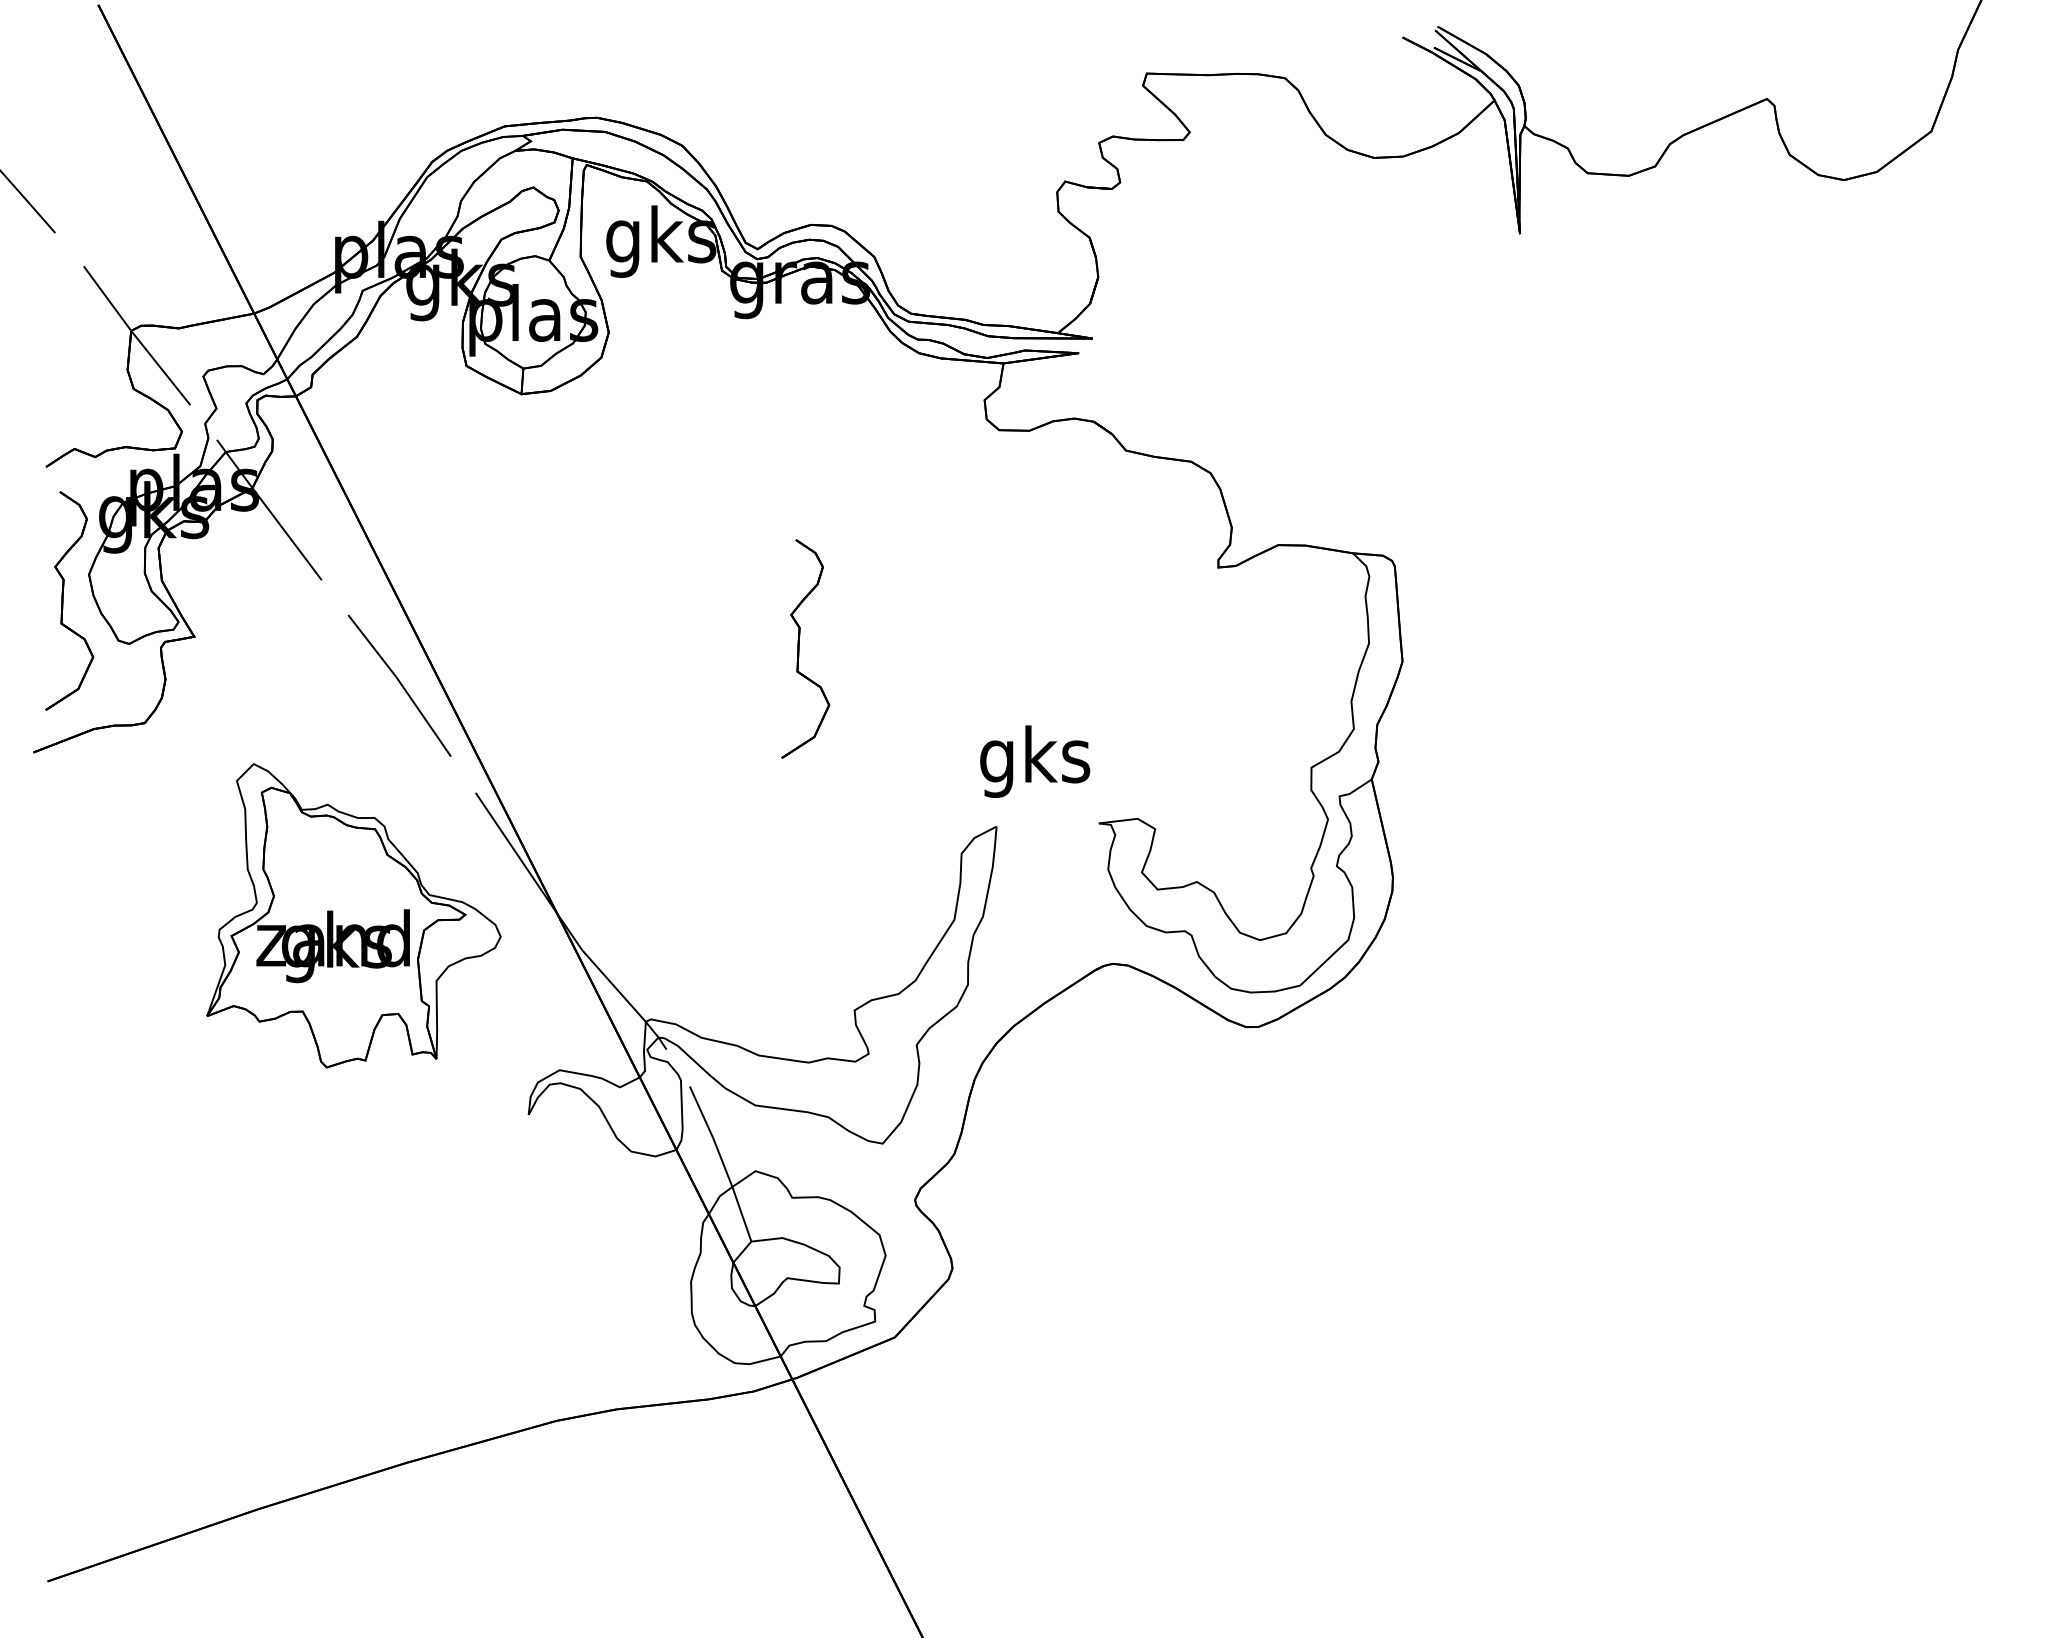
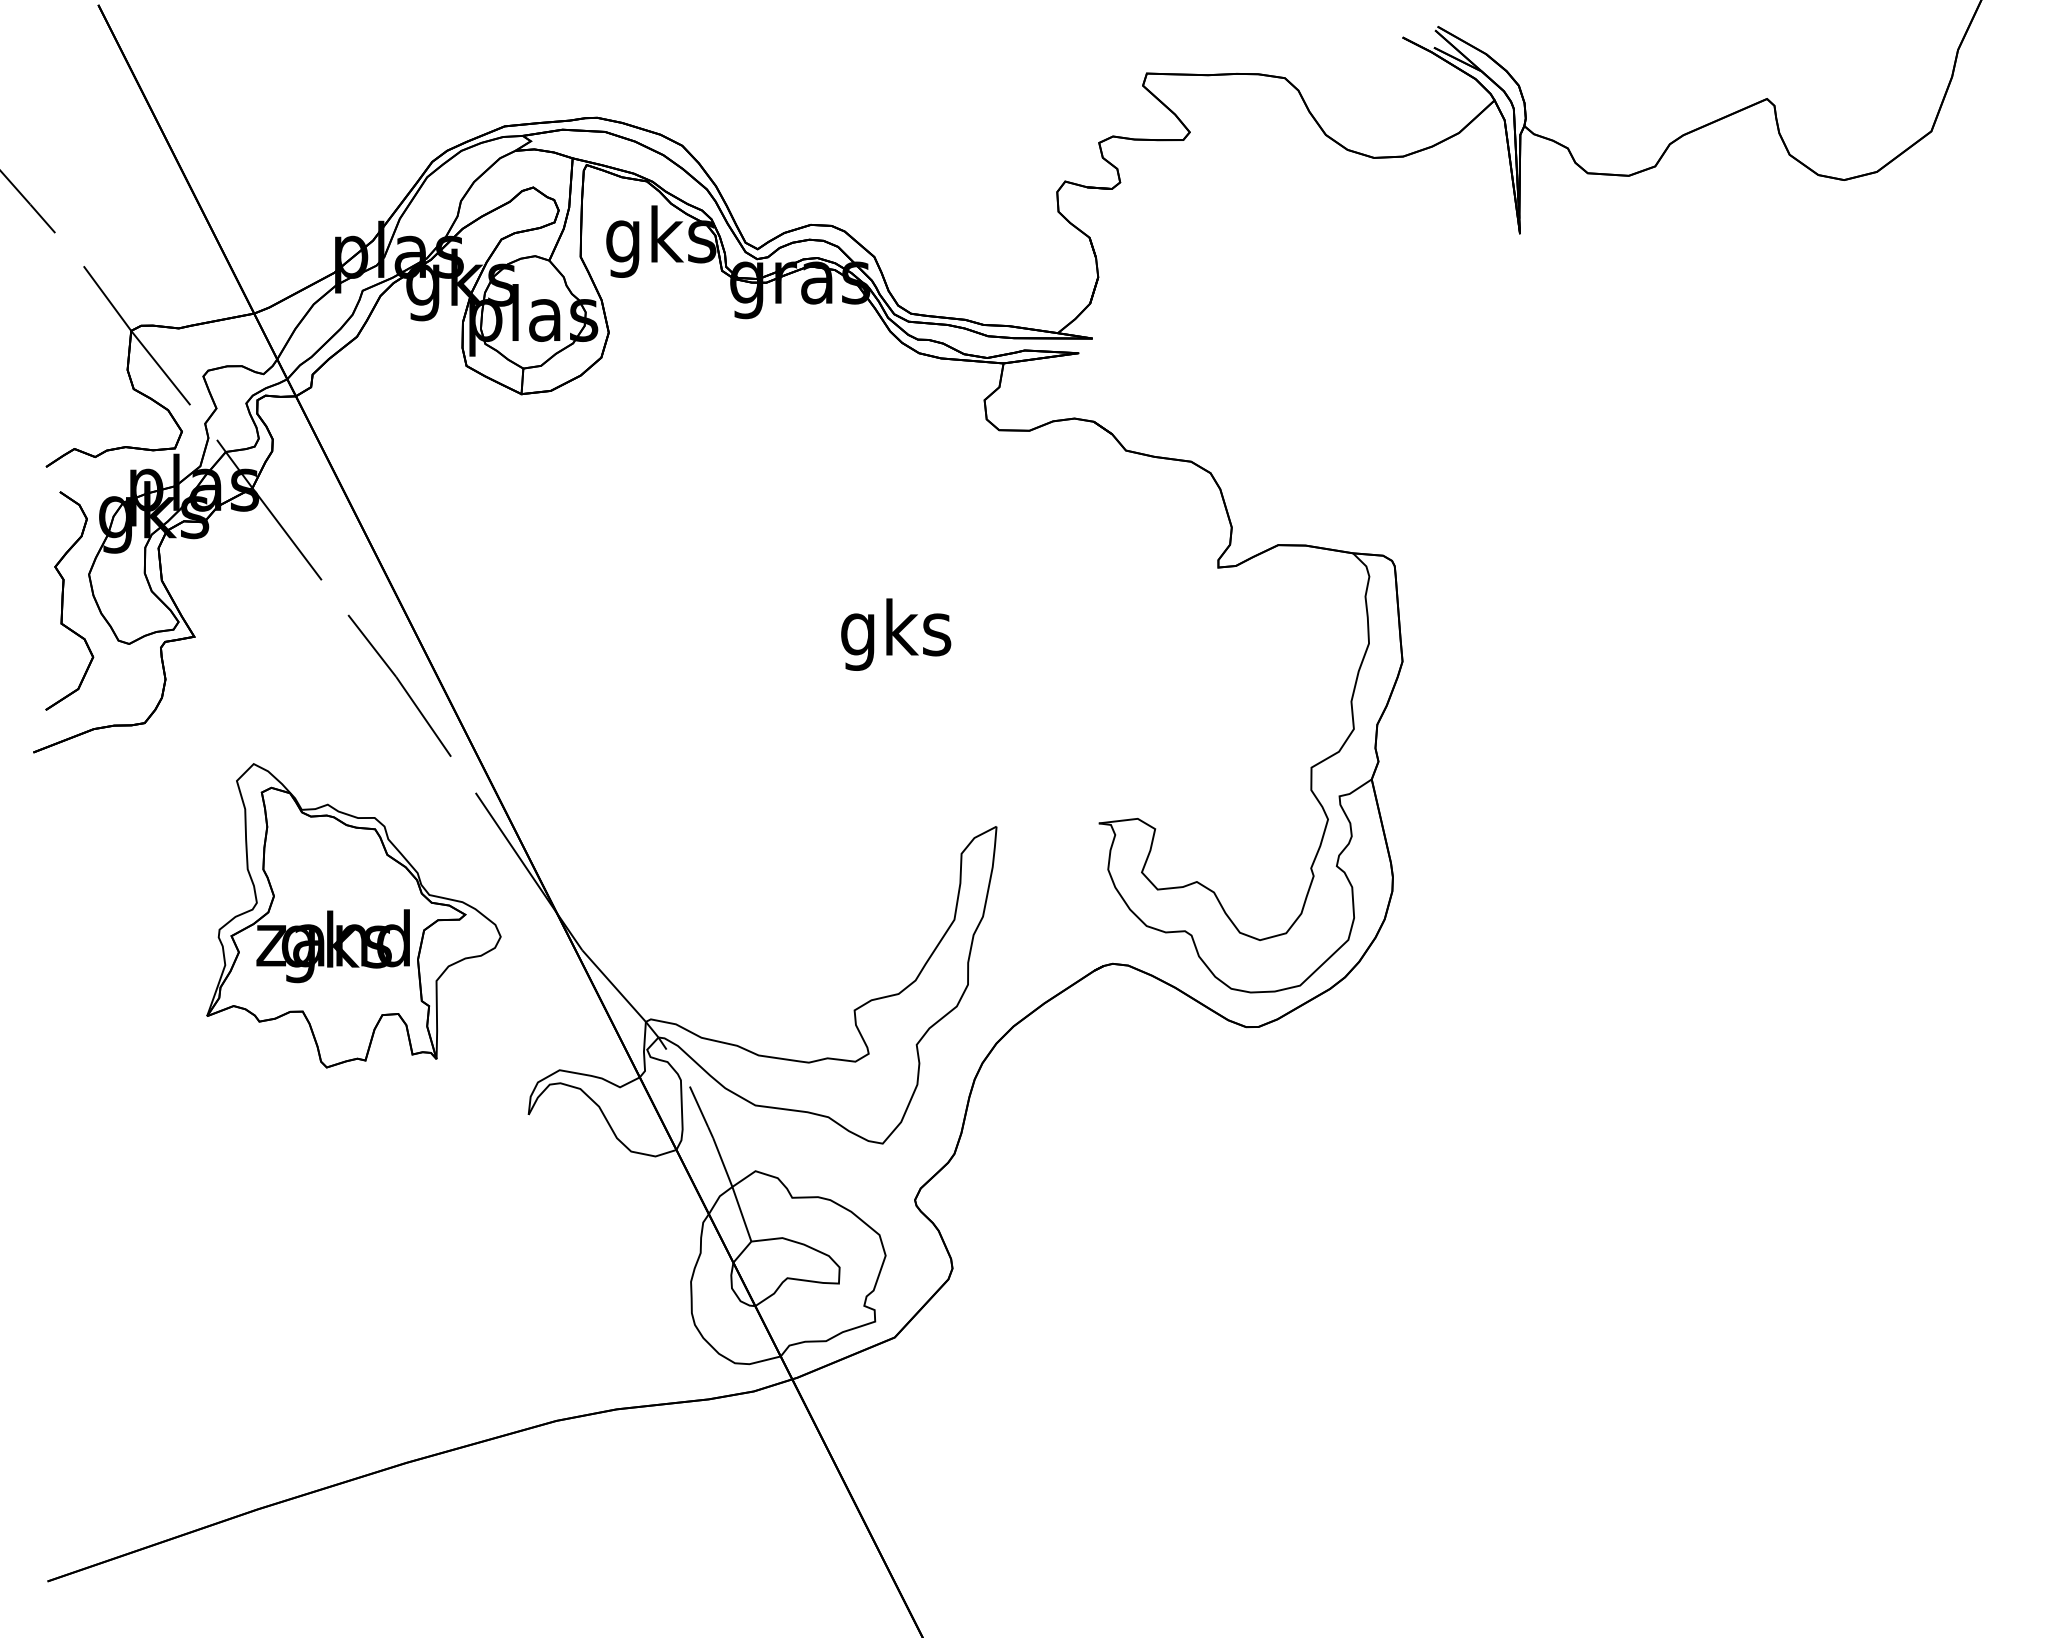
part at (805, 648): present -> none
text at (1035, 761) position: (1035, 761) -> (896, 634)
